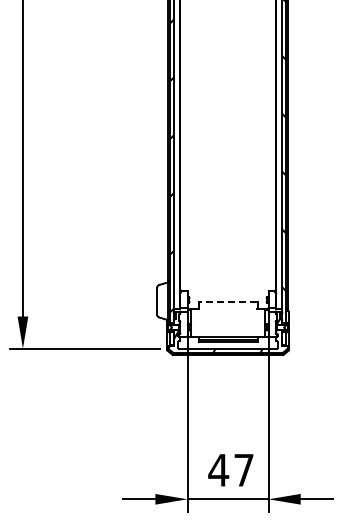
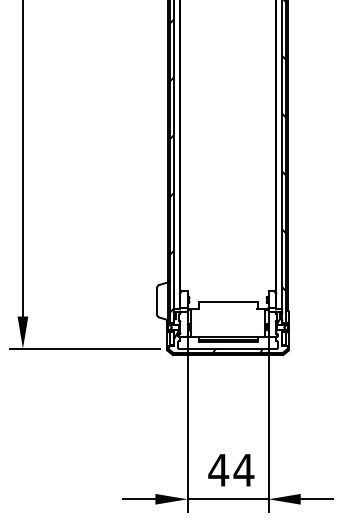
line at (228, 301): dashed -> solid
text at (243, 470): 47 -> 44
